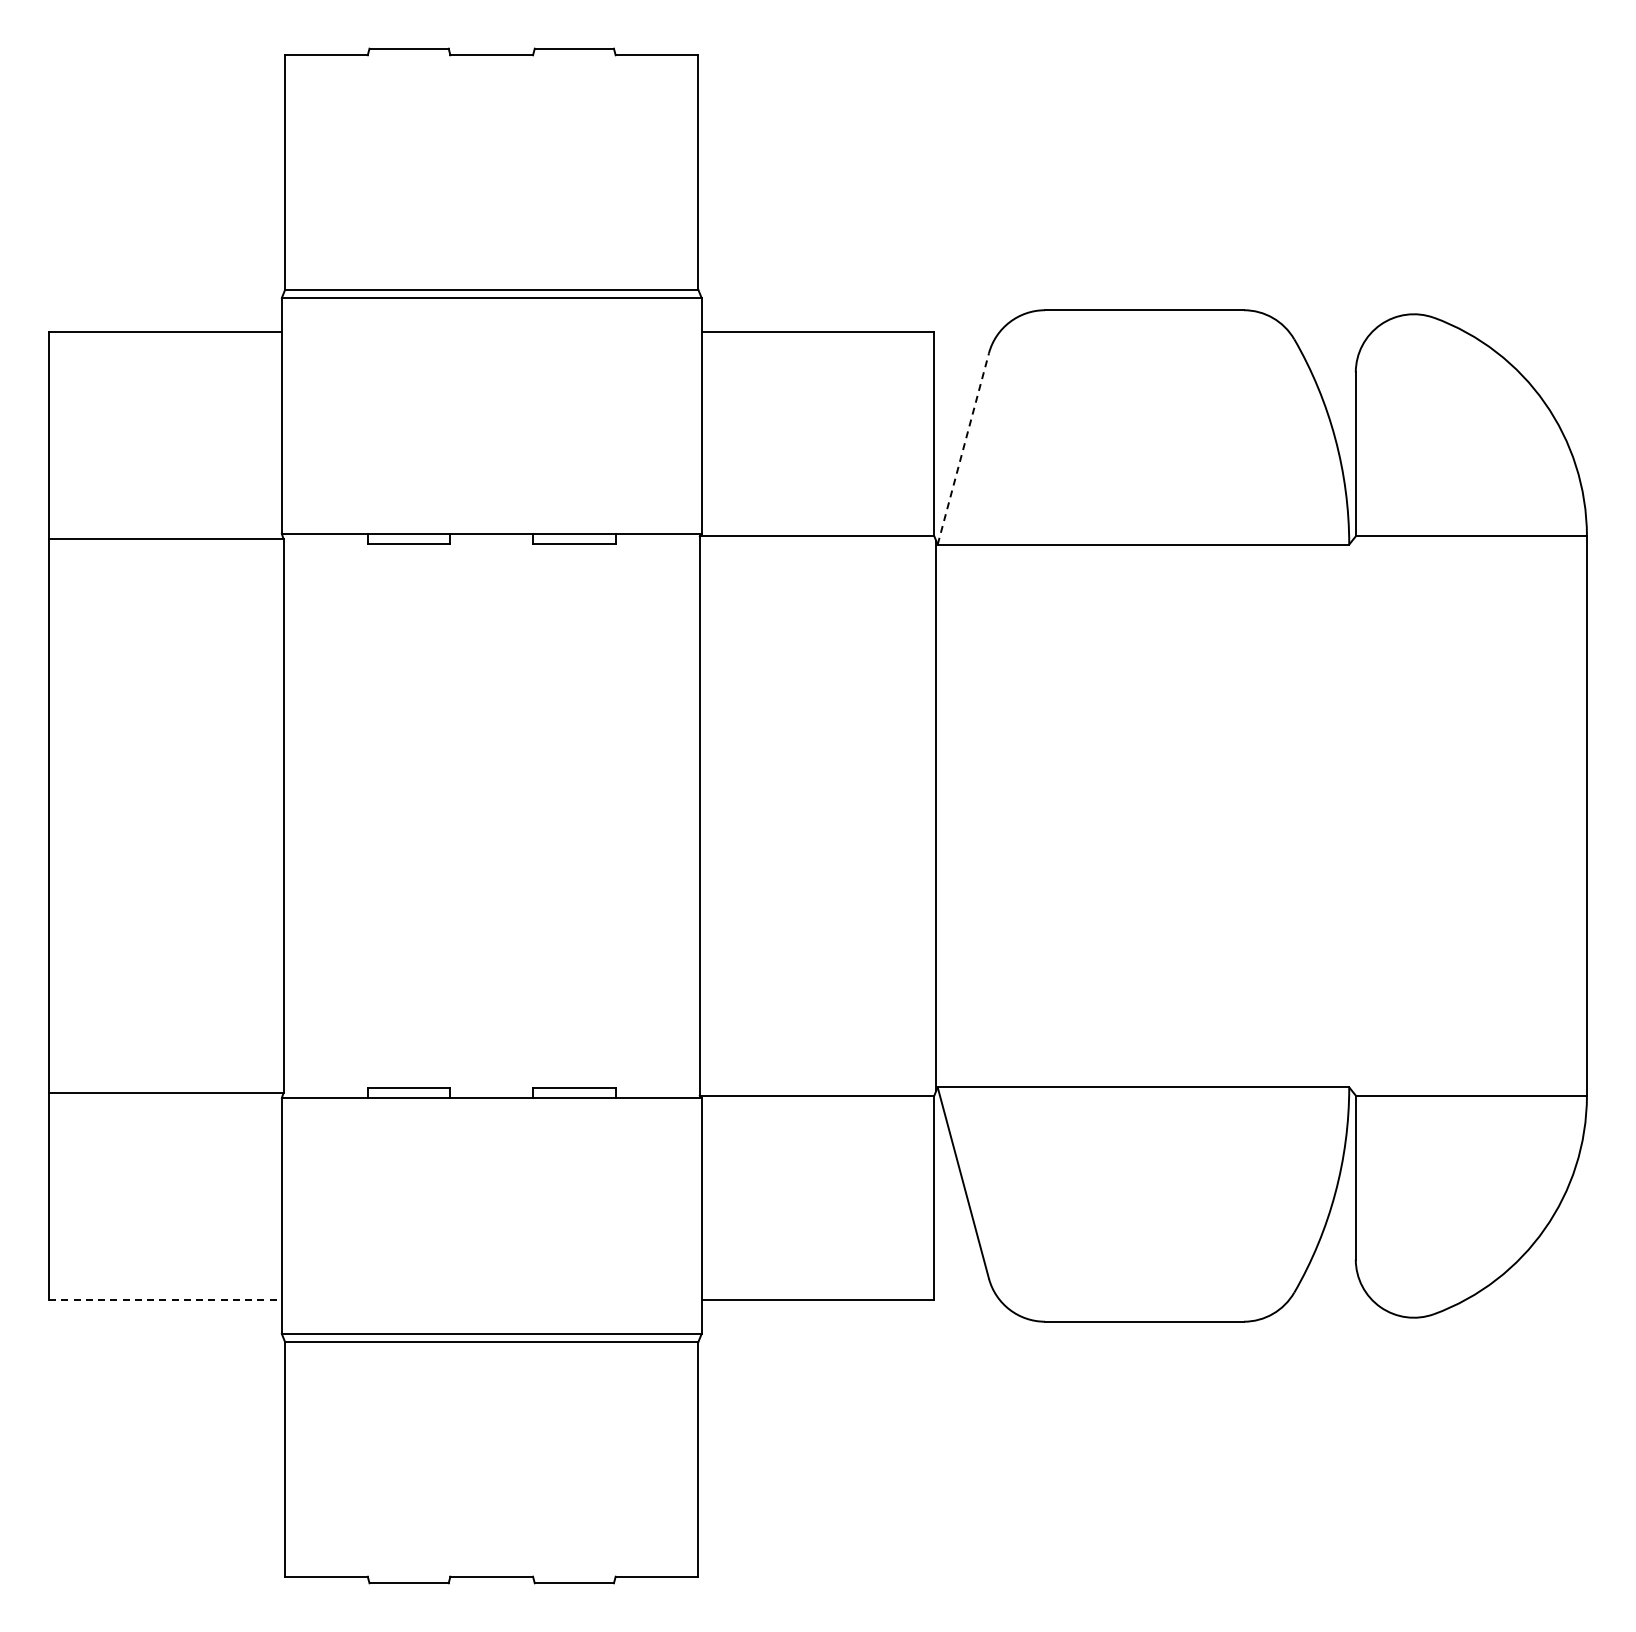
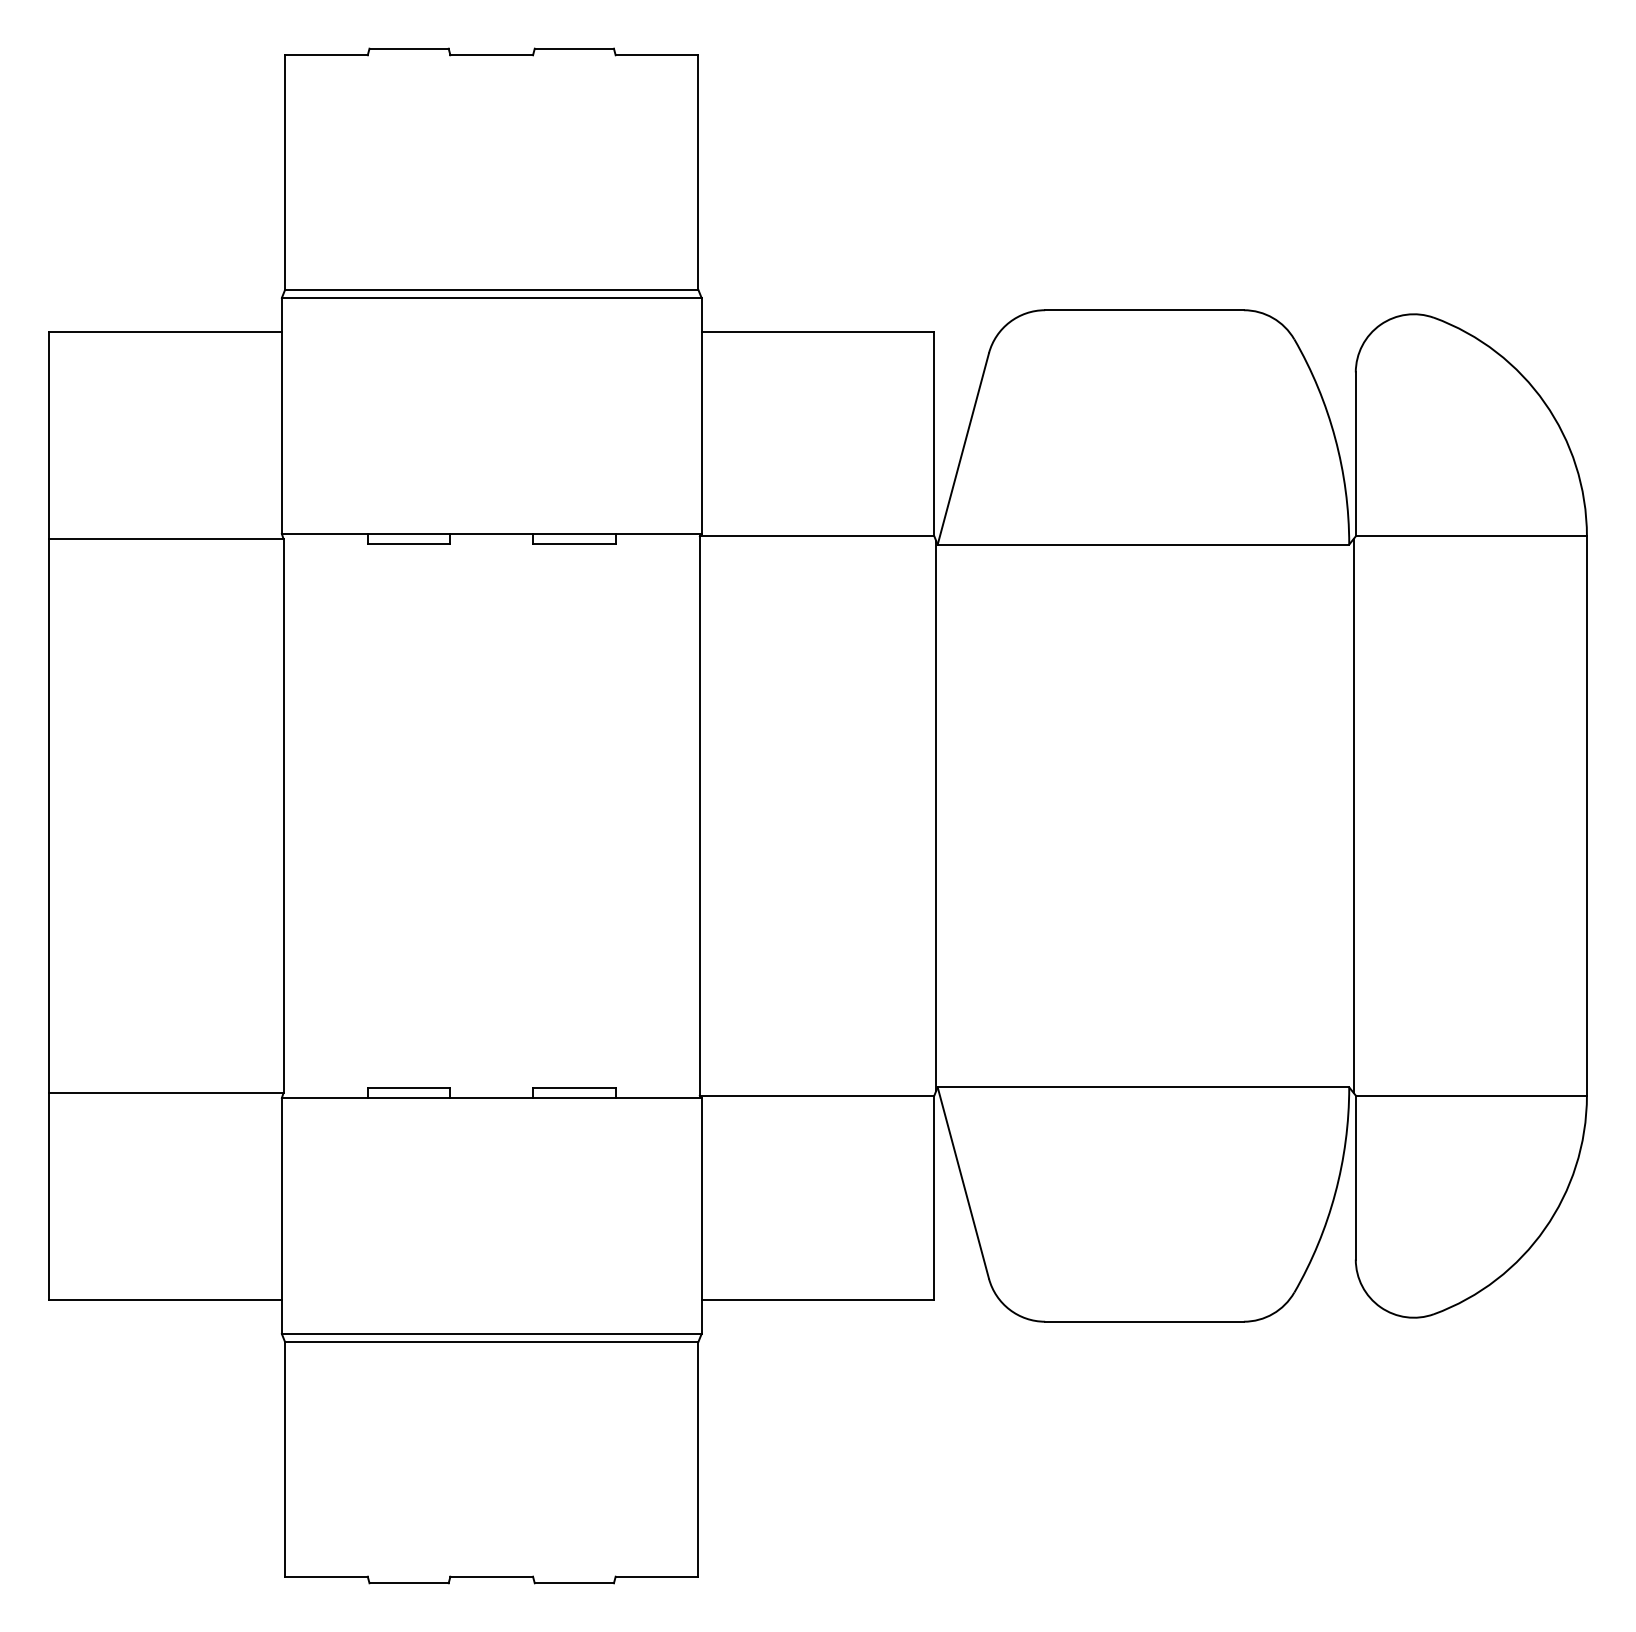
line at (963, 448): dashed -> solid
line at (1354, 815): none -> present
line at (165, 1299): dashed -> solid
